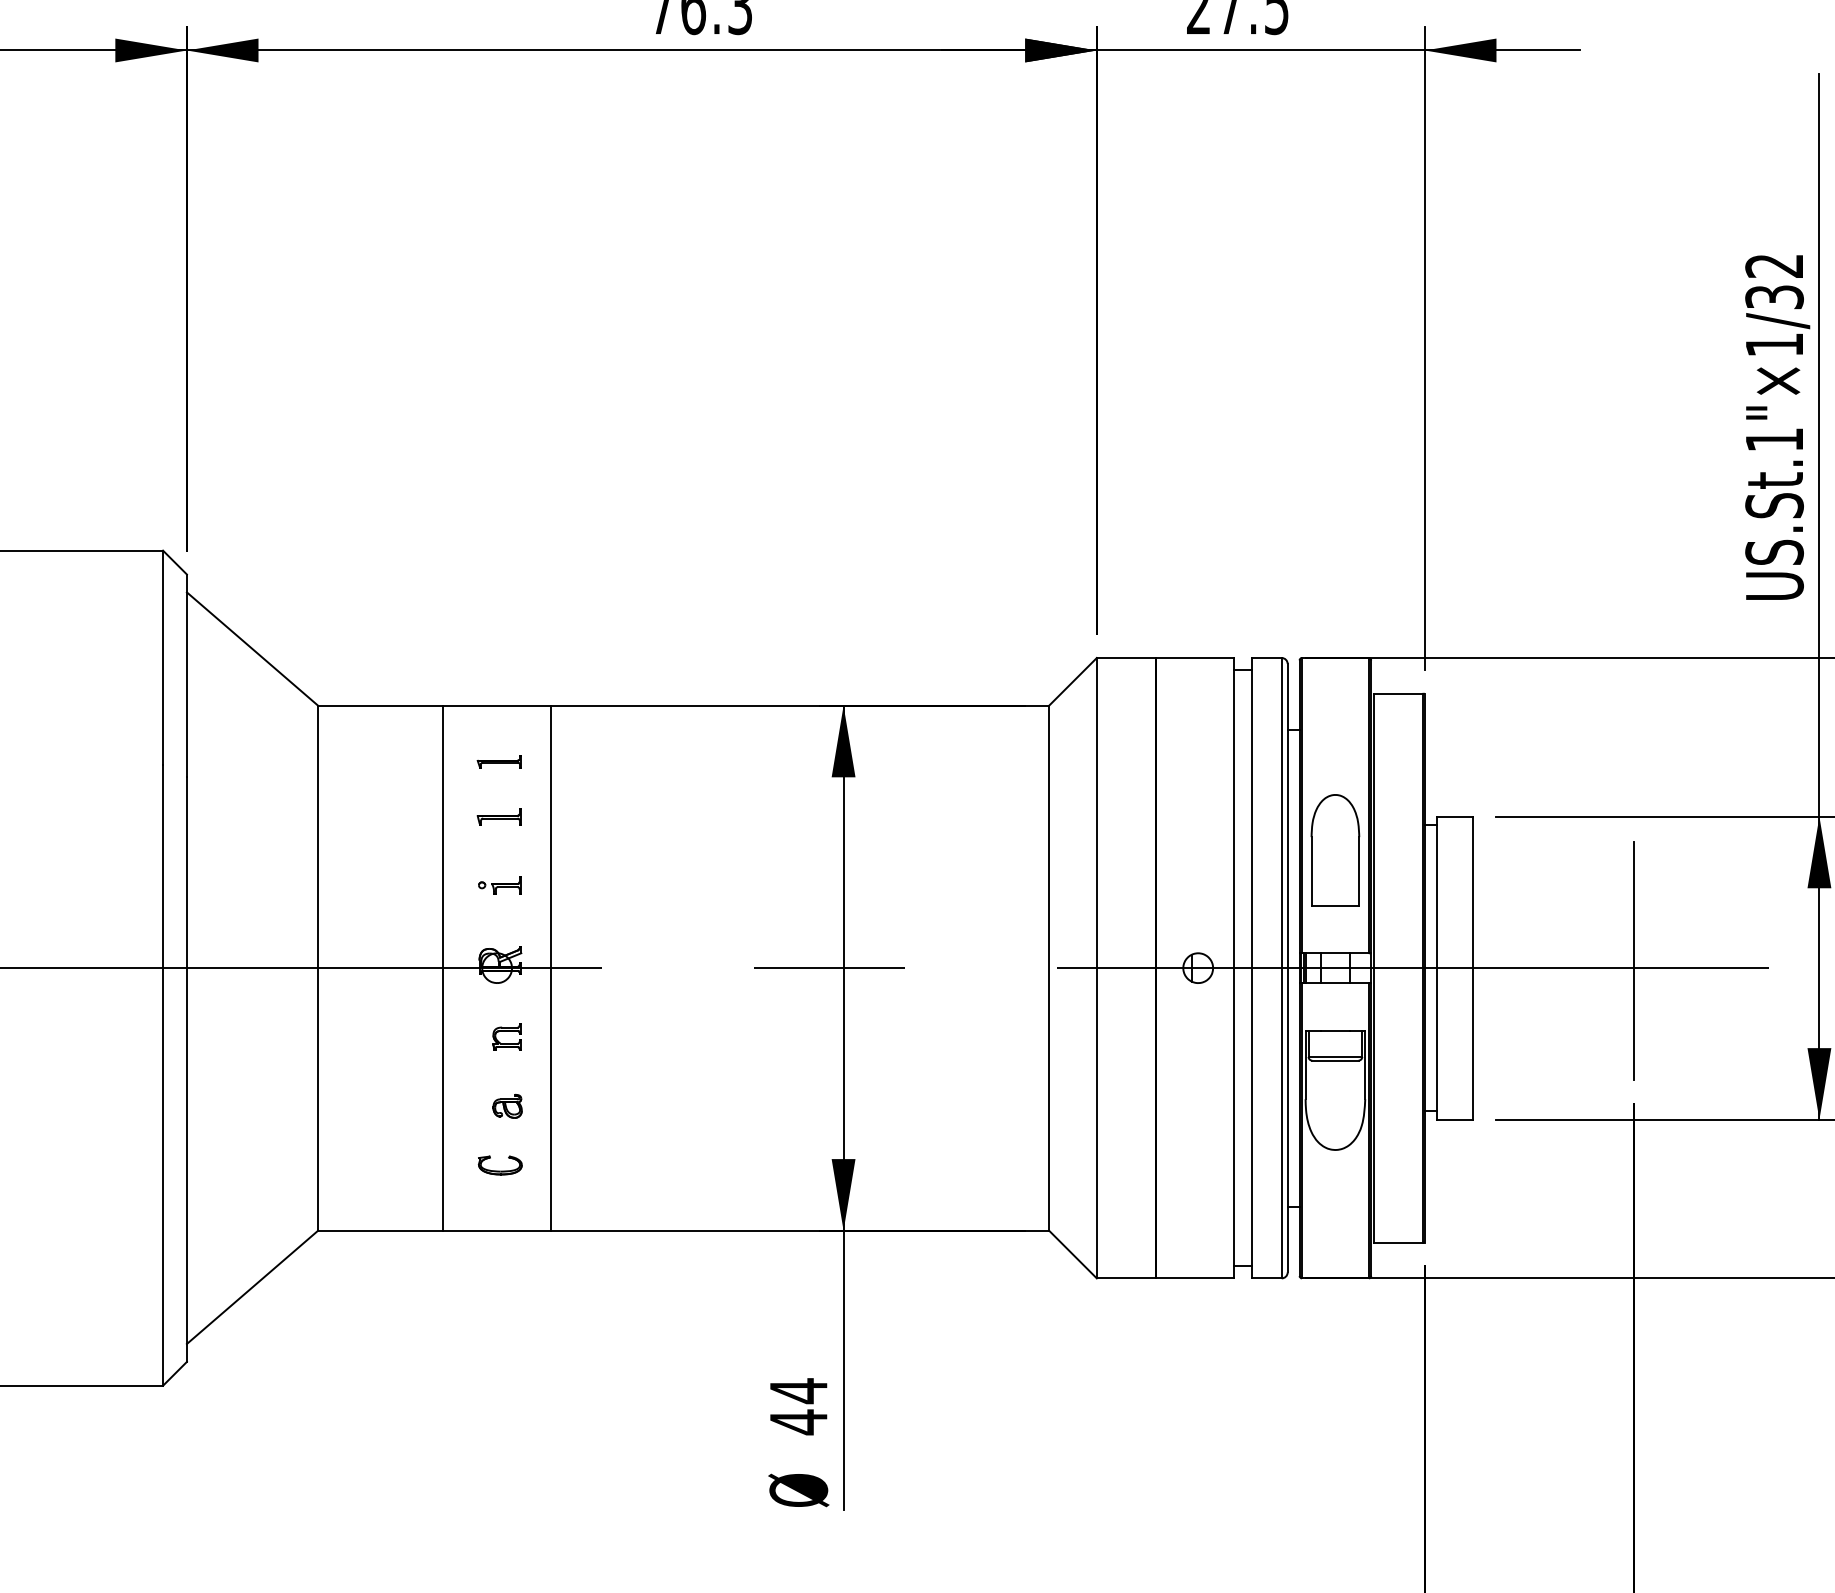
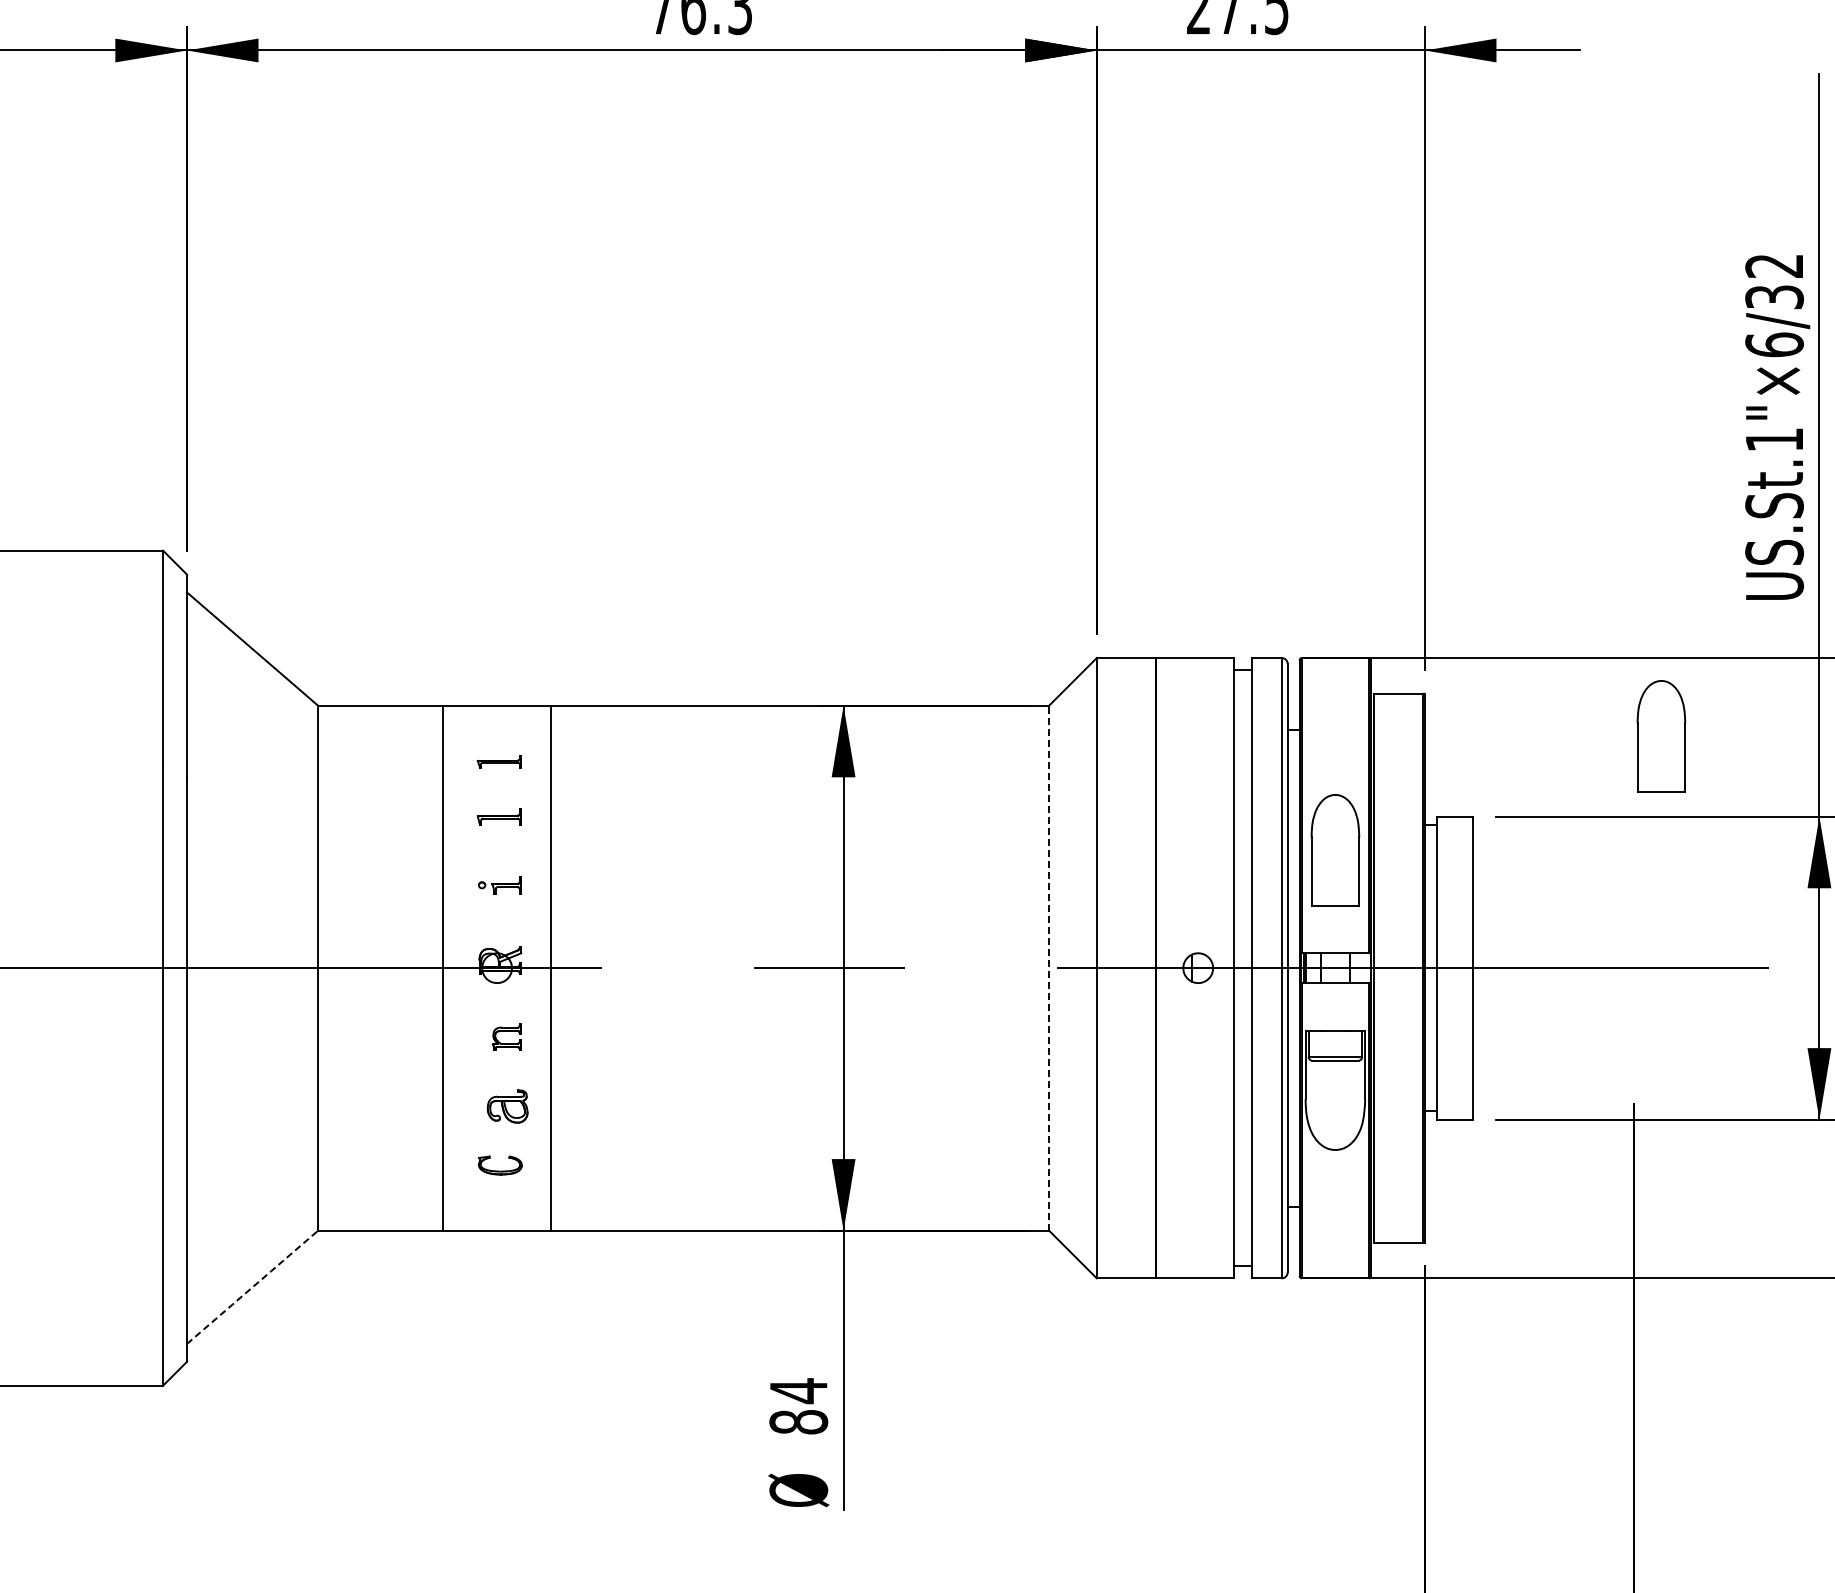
text at (1774, 344): US.St.1"×1/32 -> US.St.1"×6/32
part at (1661, 736): none -> present
line at (1633, 960): present -> none
line at (1049, 967): solid -> dashed
part at (507, 1105) size: 31x26 px -> 43x35 px
line at (252, 1287): solid -> dashed
text at (798, 1422): 44 -> 84
